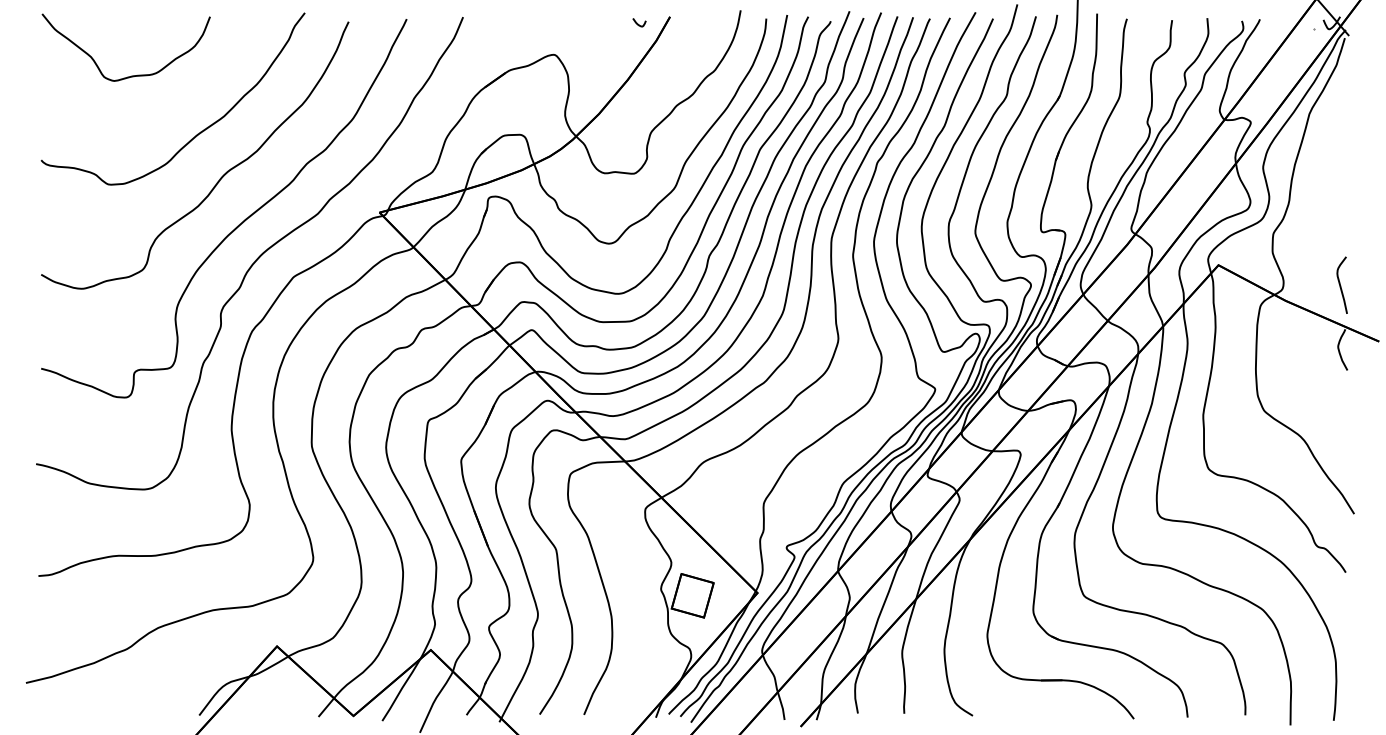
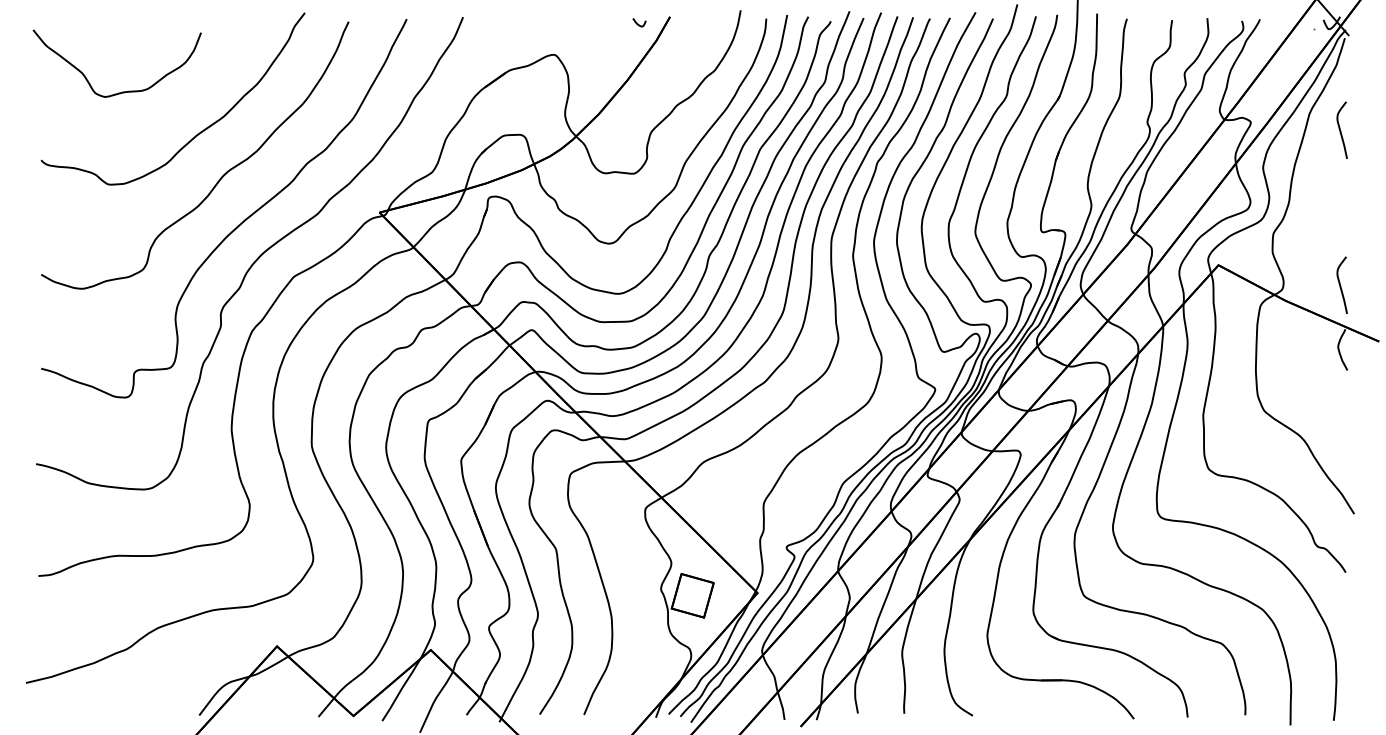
curve at (131, 75) position: (131, 75) -> (122, 91)
curve at (1340, 129): none -> present
